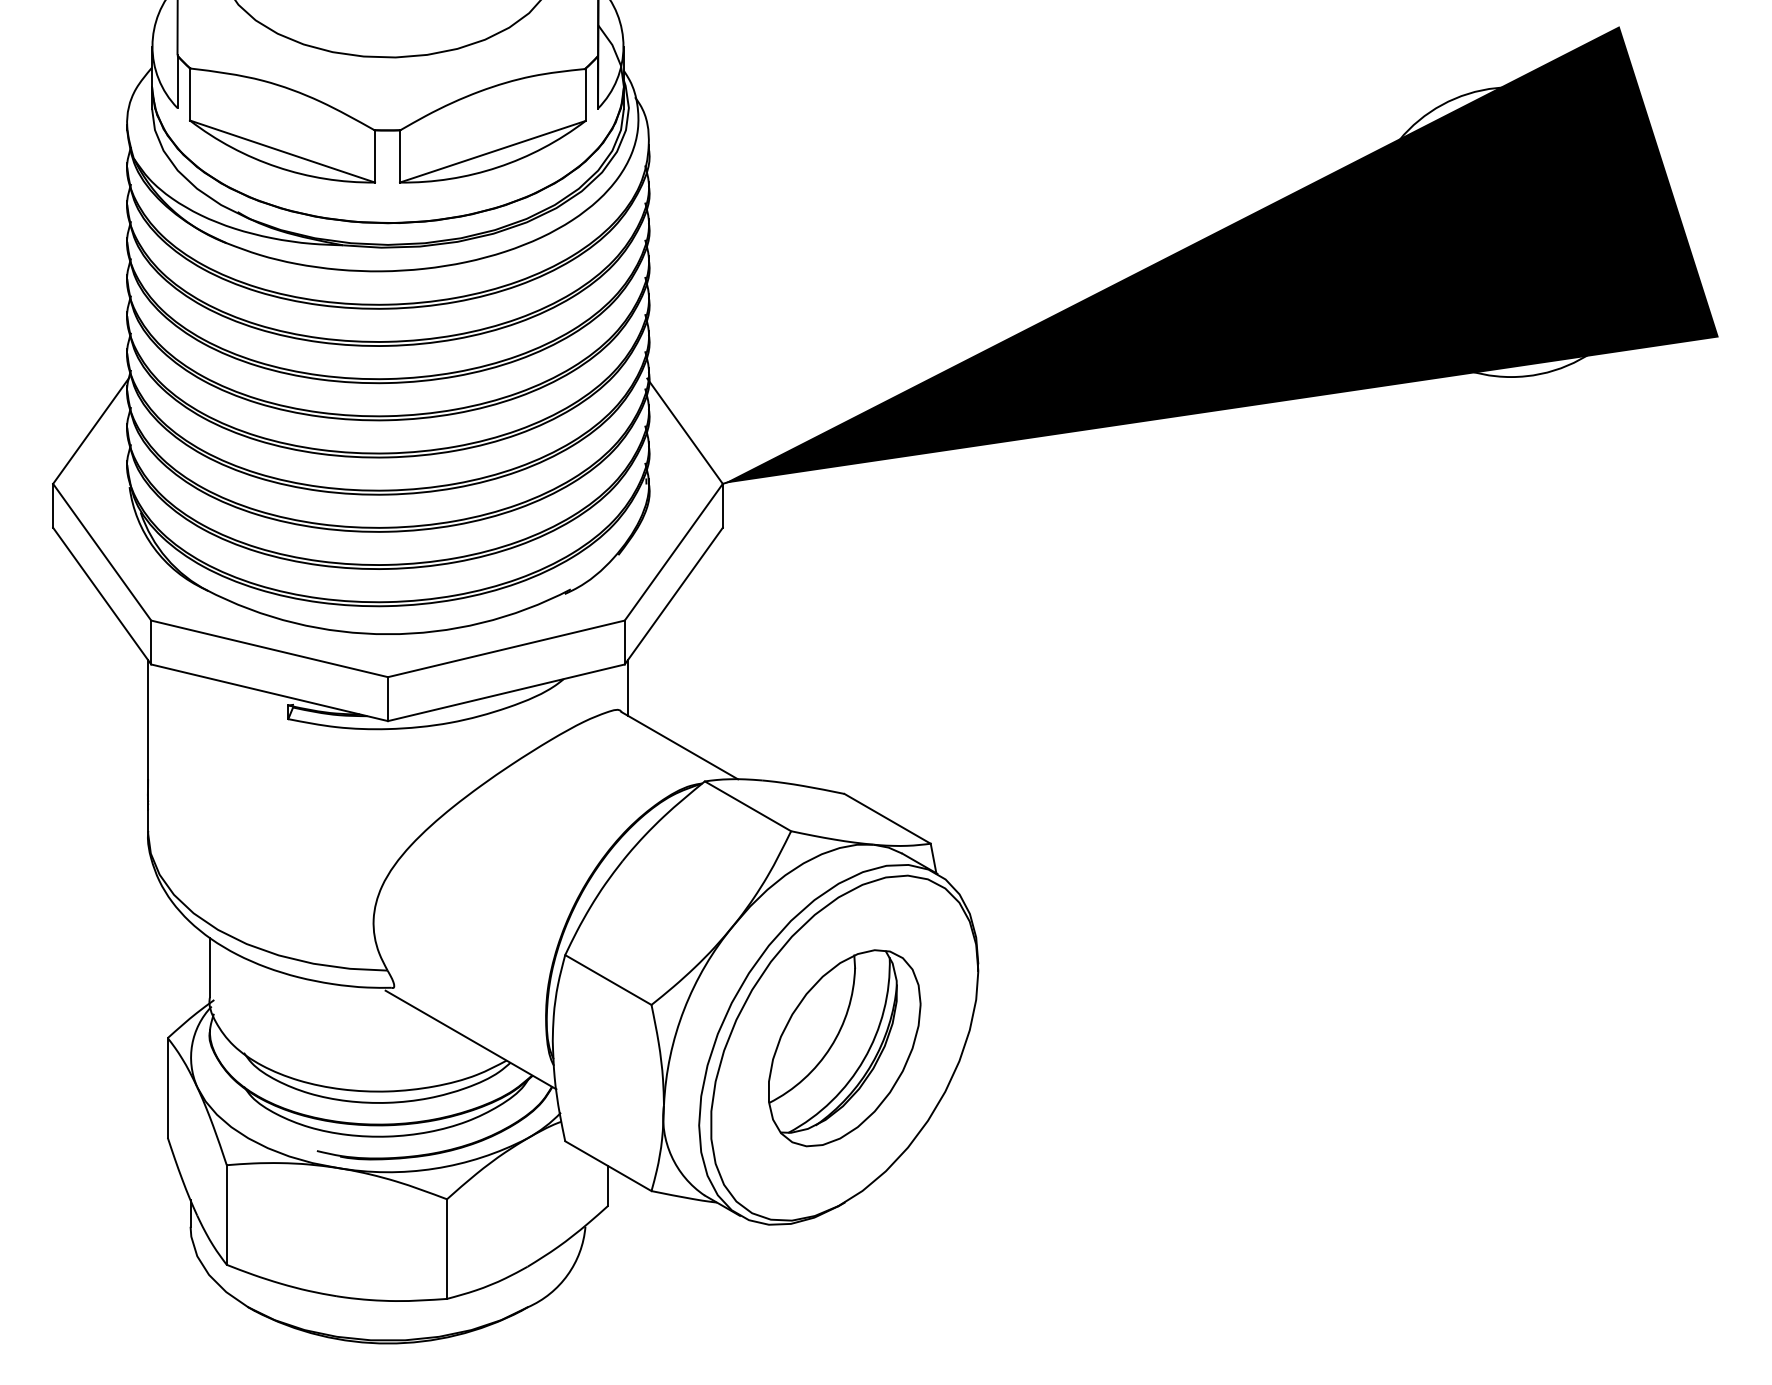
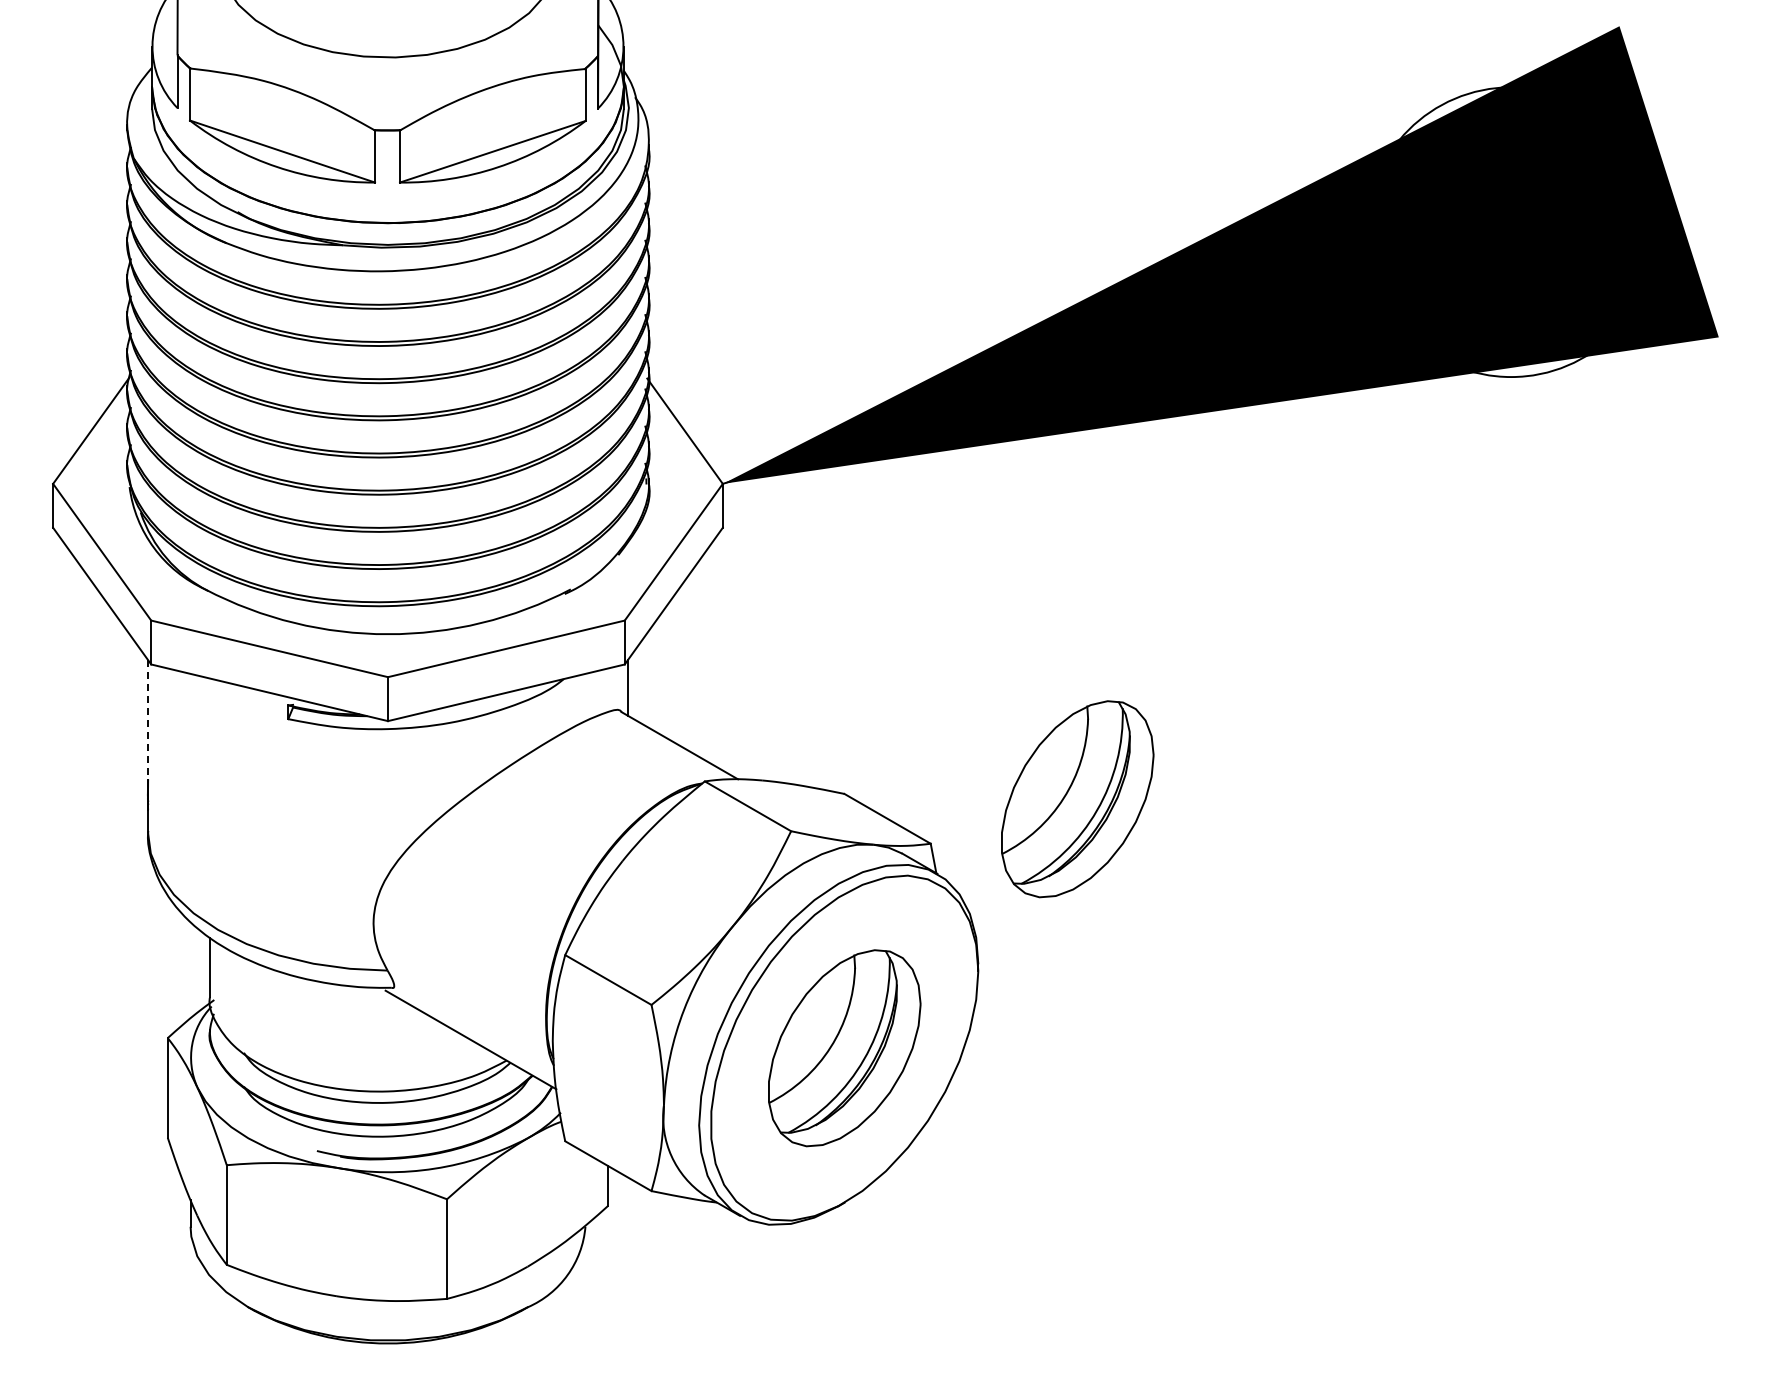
line at (147, 724): solid -> dashed
part at (1077, 799): none -> present
